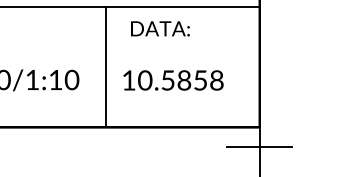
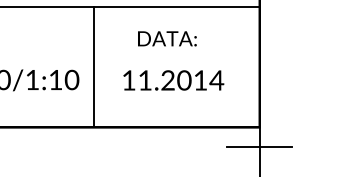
text at (160, 28) position: (160, 28) -> (167, 38)
line at (105, 66) position: (105, 66) -> (93, 66)
text at (181, 80): 10.5858 -> 11.2014
